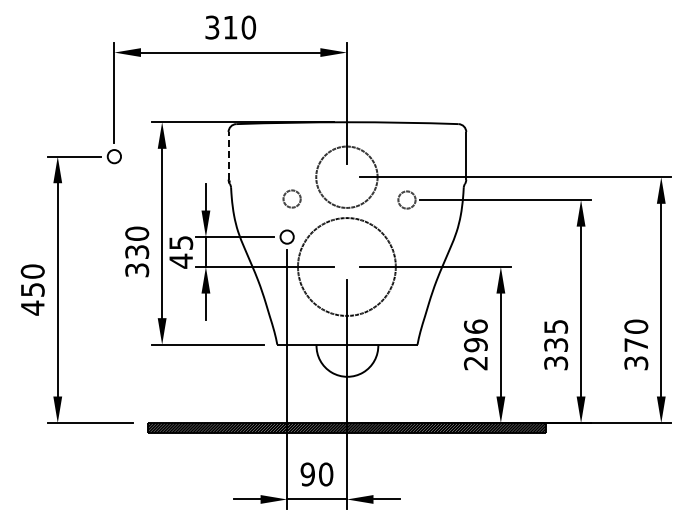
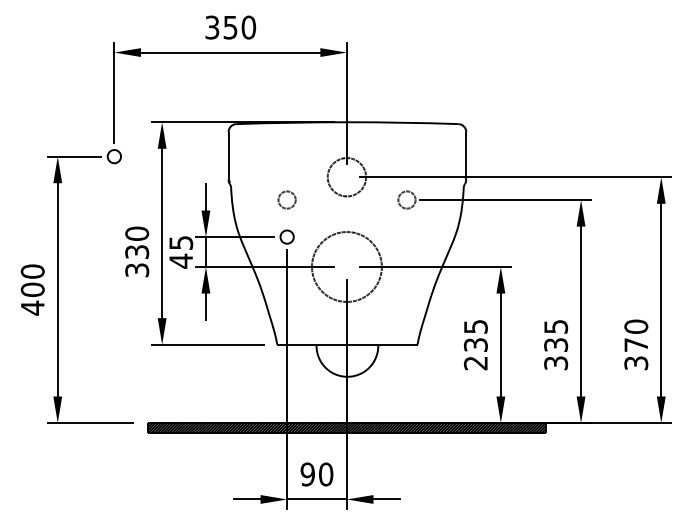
text at (230, 27): 310 -> 350
line at (228, 155): dashed -> solid
circle at (346, 176) diameter: 61 px -> 38 px
circle at (291, 198) position: (291, 198) -> (286, 199)
circle at (346, 266) diameter: 98 px -> 70 px
text at (32, 289): 450 -> 400
text at (475, 335): 296 -> 235
